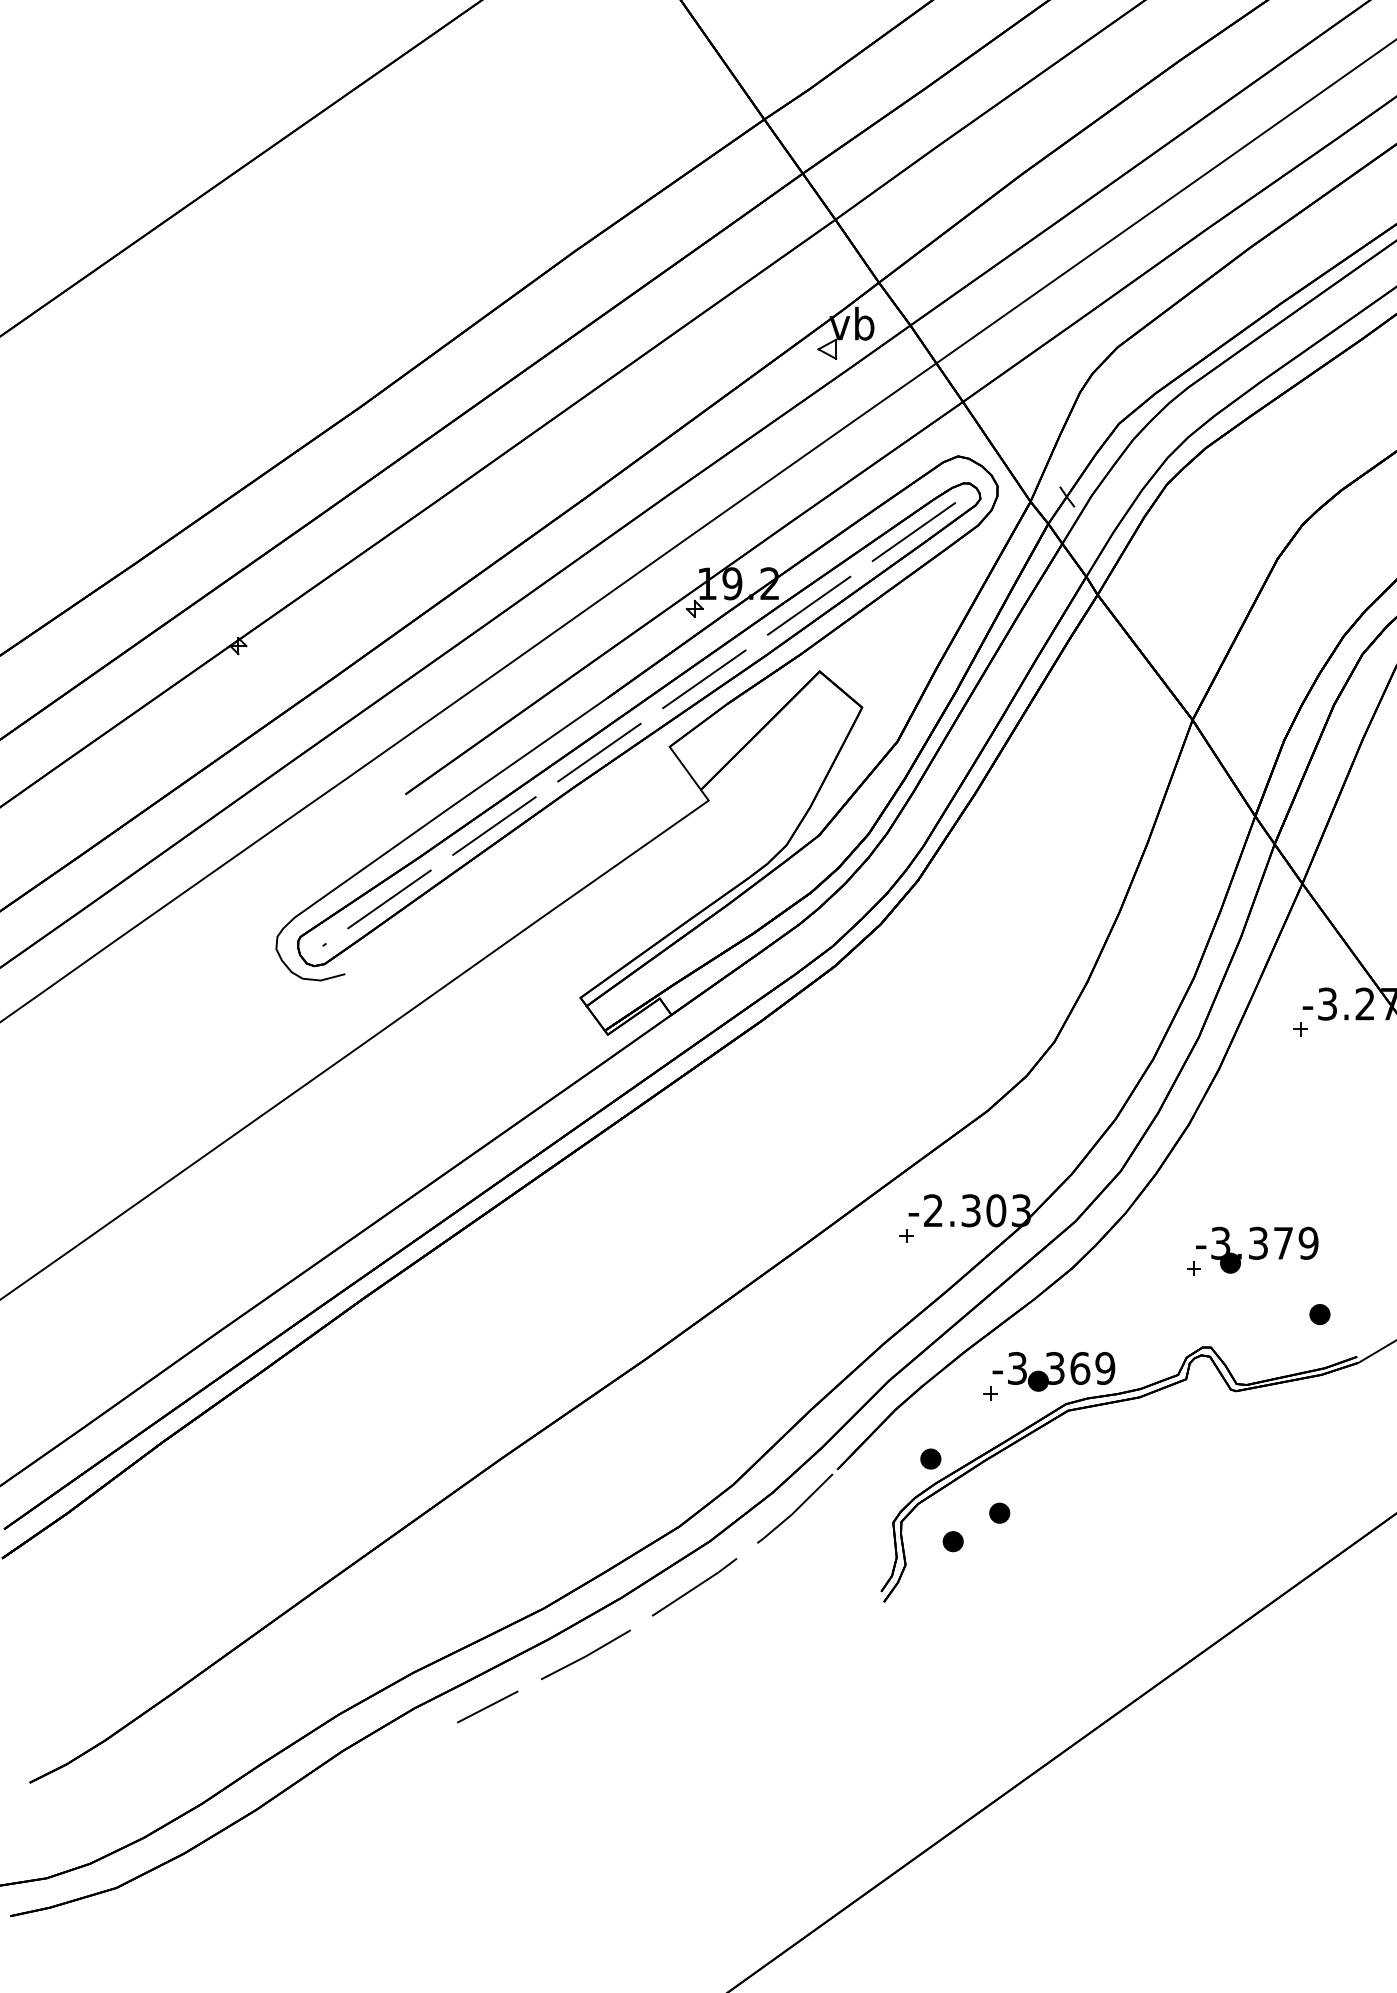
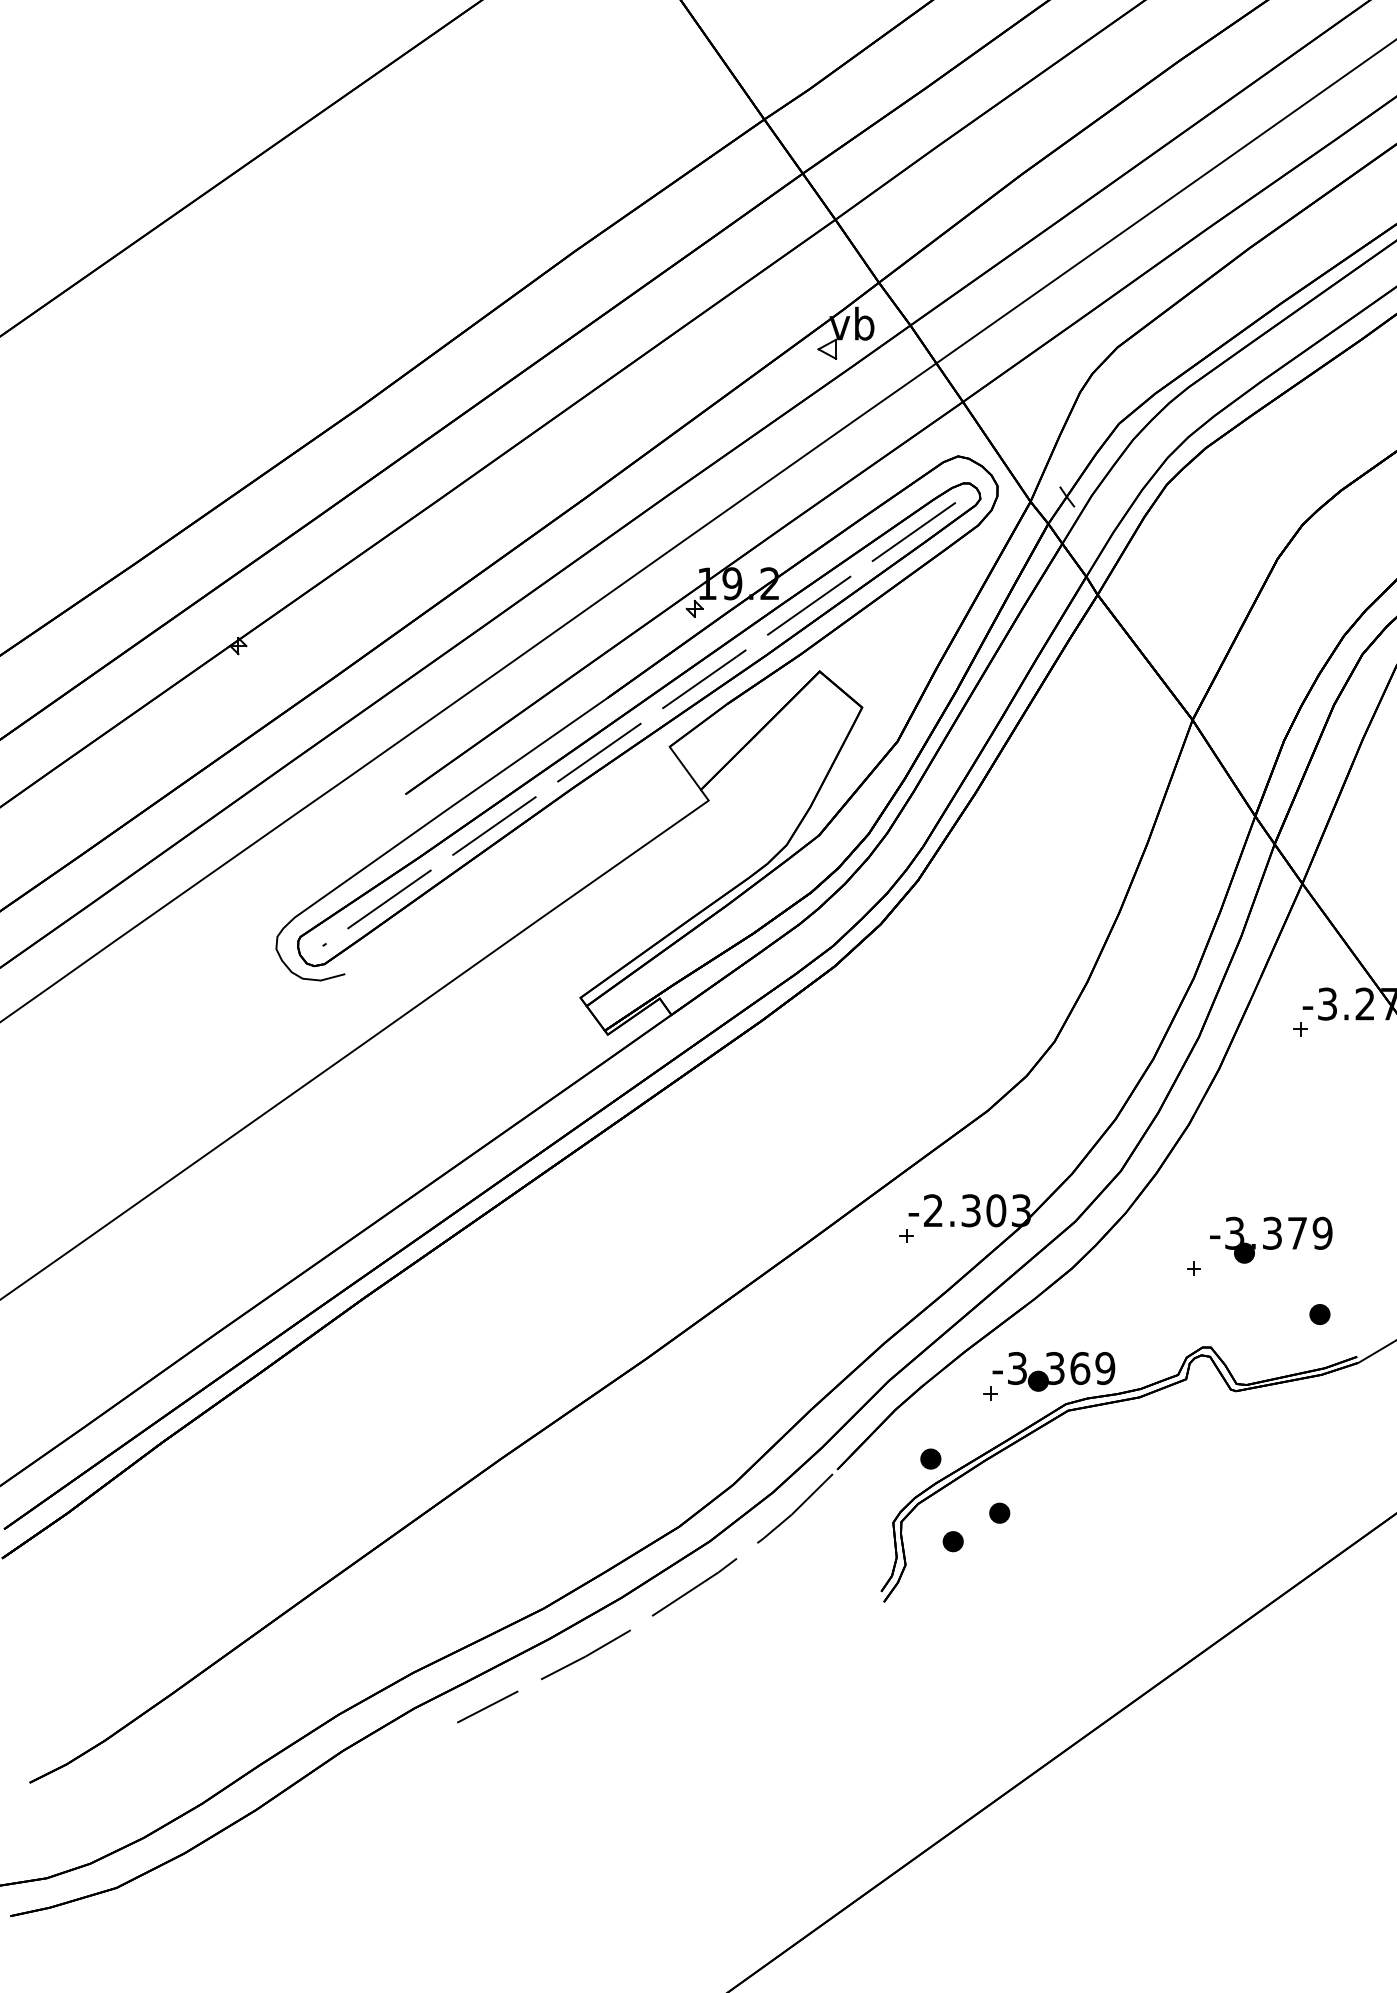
part at (1257, 1249) position: (1257, 1249) -> (1271, 1239)
